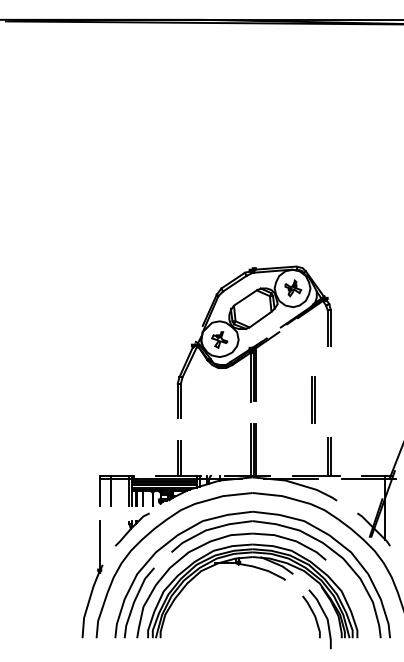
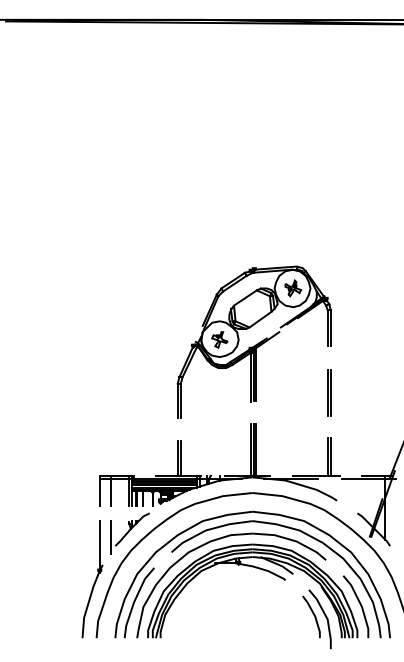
line at (312, 399) position: (312, 399) -> (328, 392)
line at (110, 537): none -> present
line at (359, 604): none -> present
